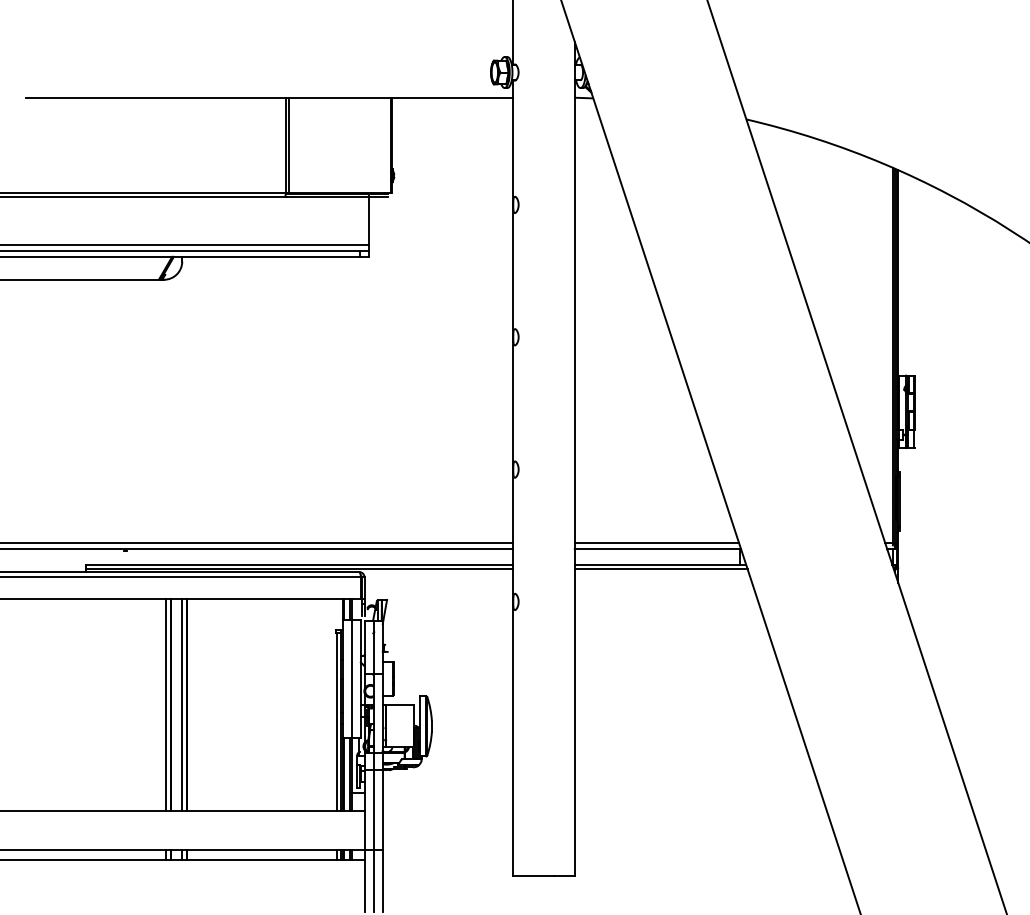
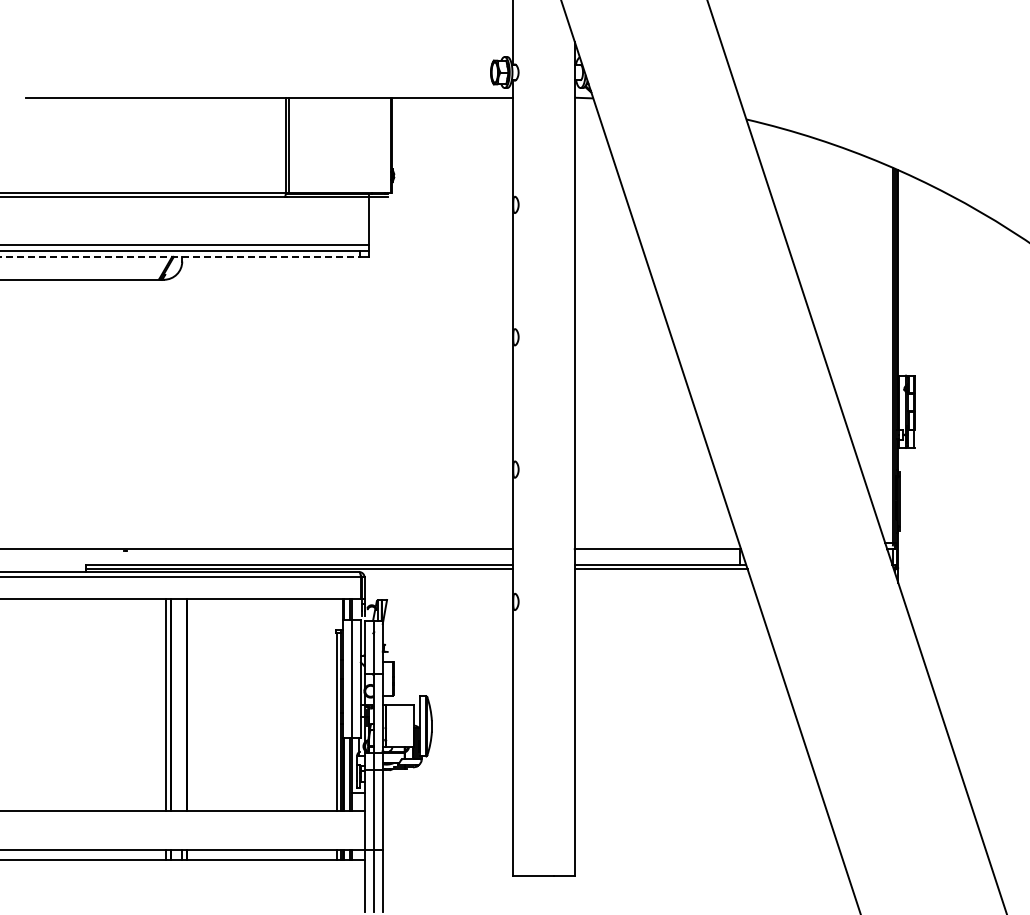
line at (180, 256): solid -> dashed
line at (257, 543): present -> none
line at (656, 543): present -> none
line at (182, 704): present -> none
